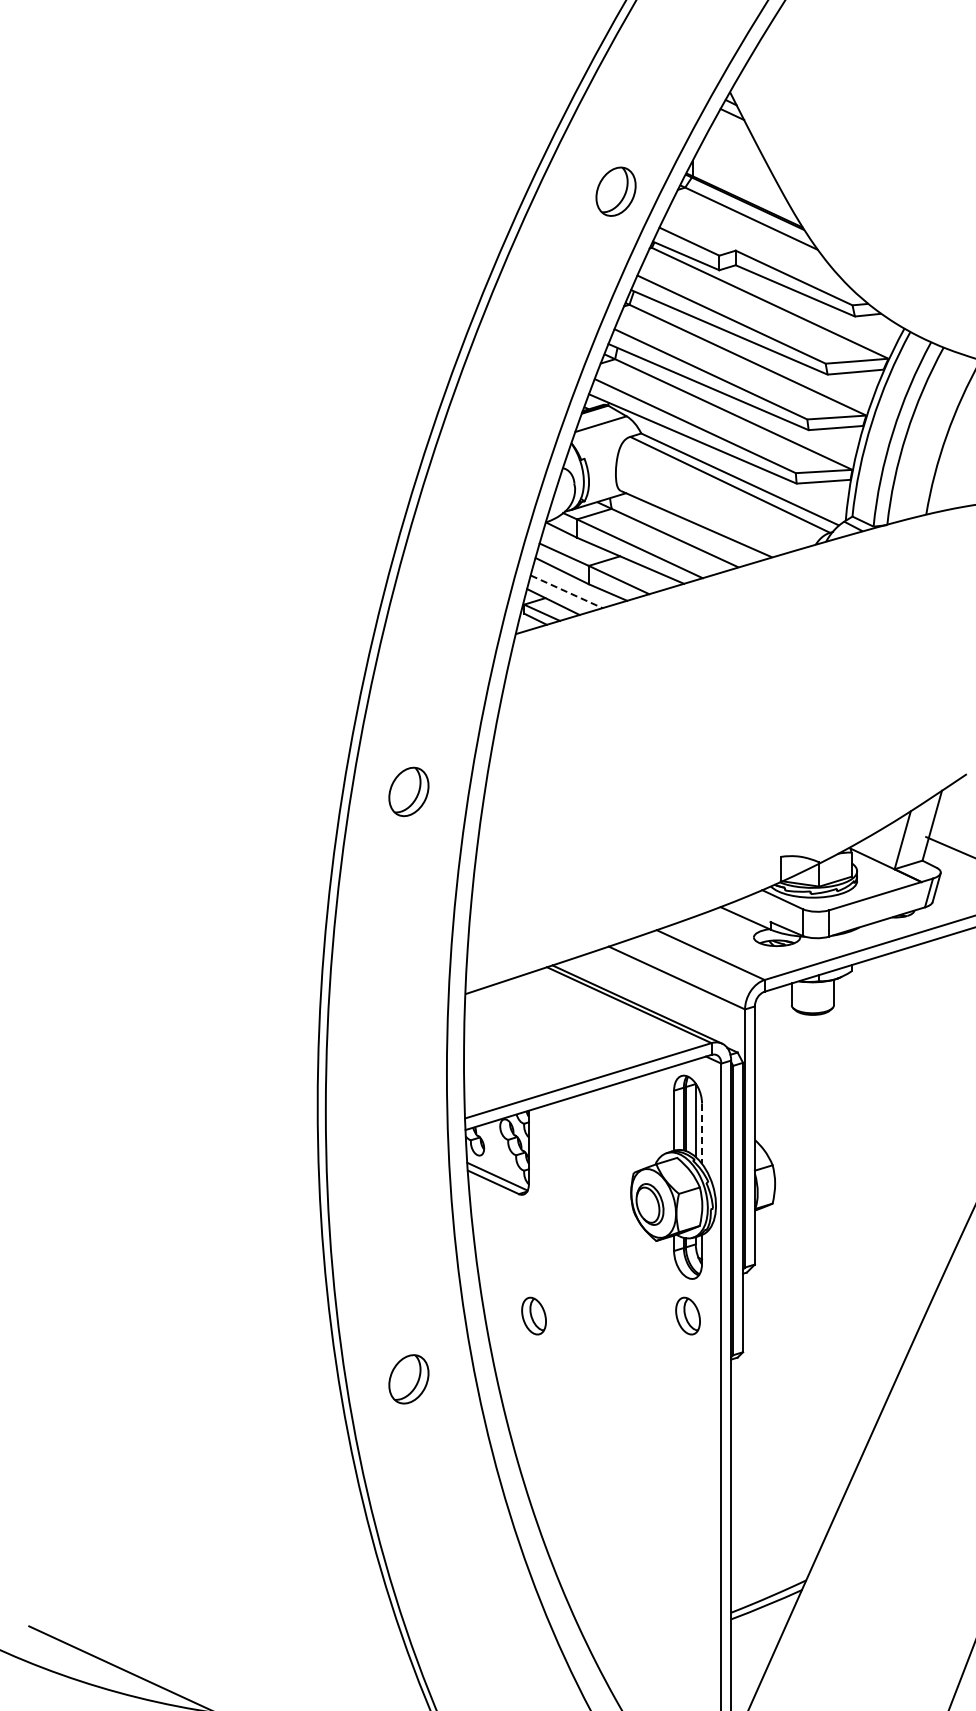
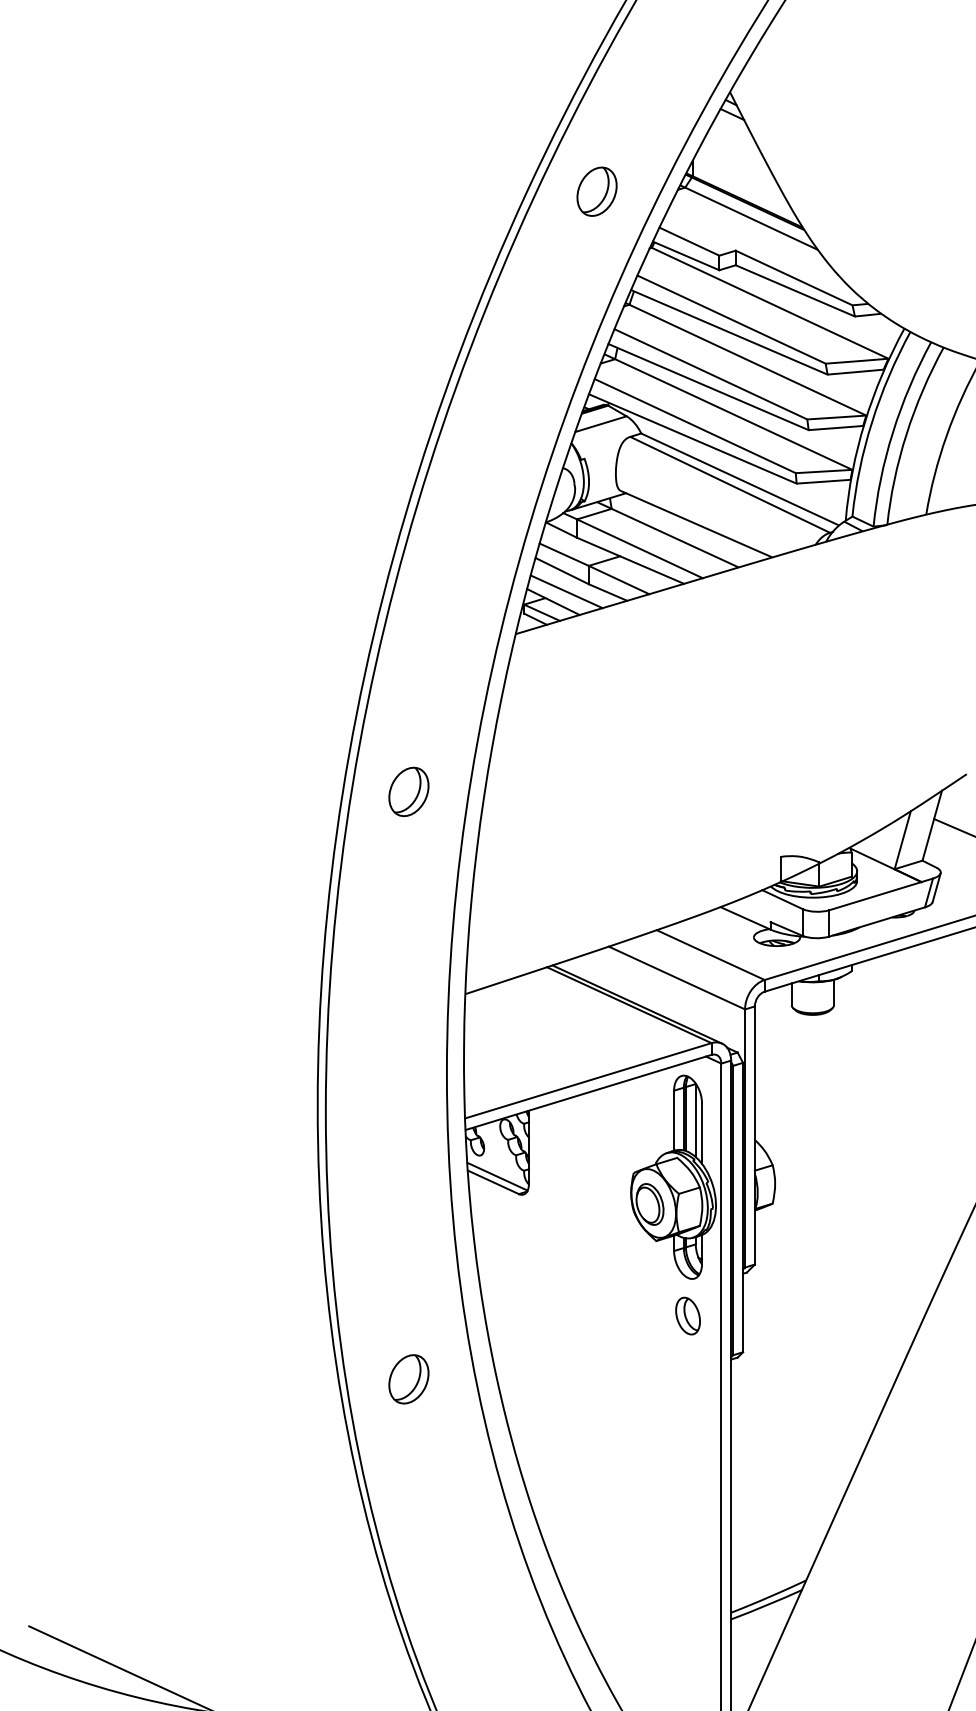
part at (615, 191) position: (615, 191) -> (596, 191)
line at (567, 592): dashed -> solid
line at (949, 846) position: (949, 846) -> (953, 827)
line at (702, 1134): dashed -> solid
part at (533, 1315): present -> none
